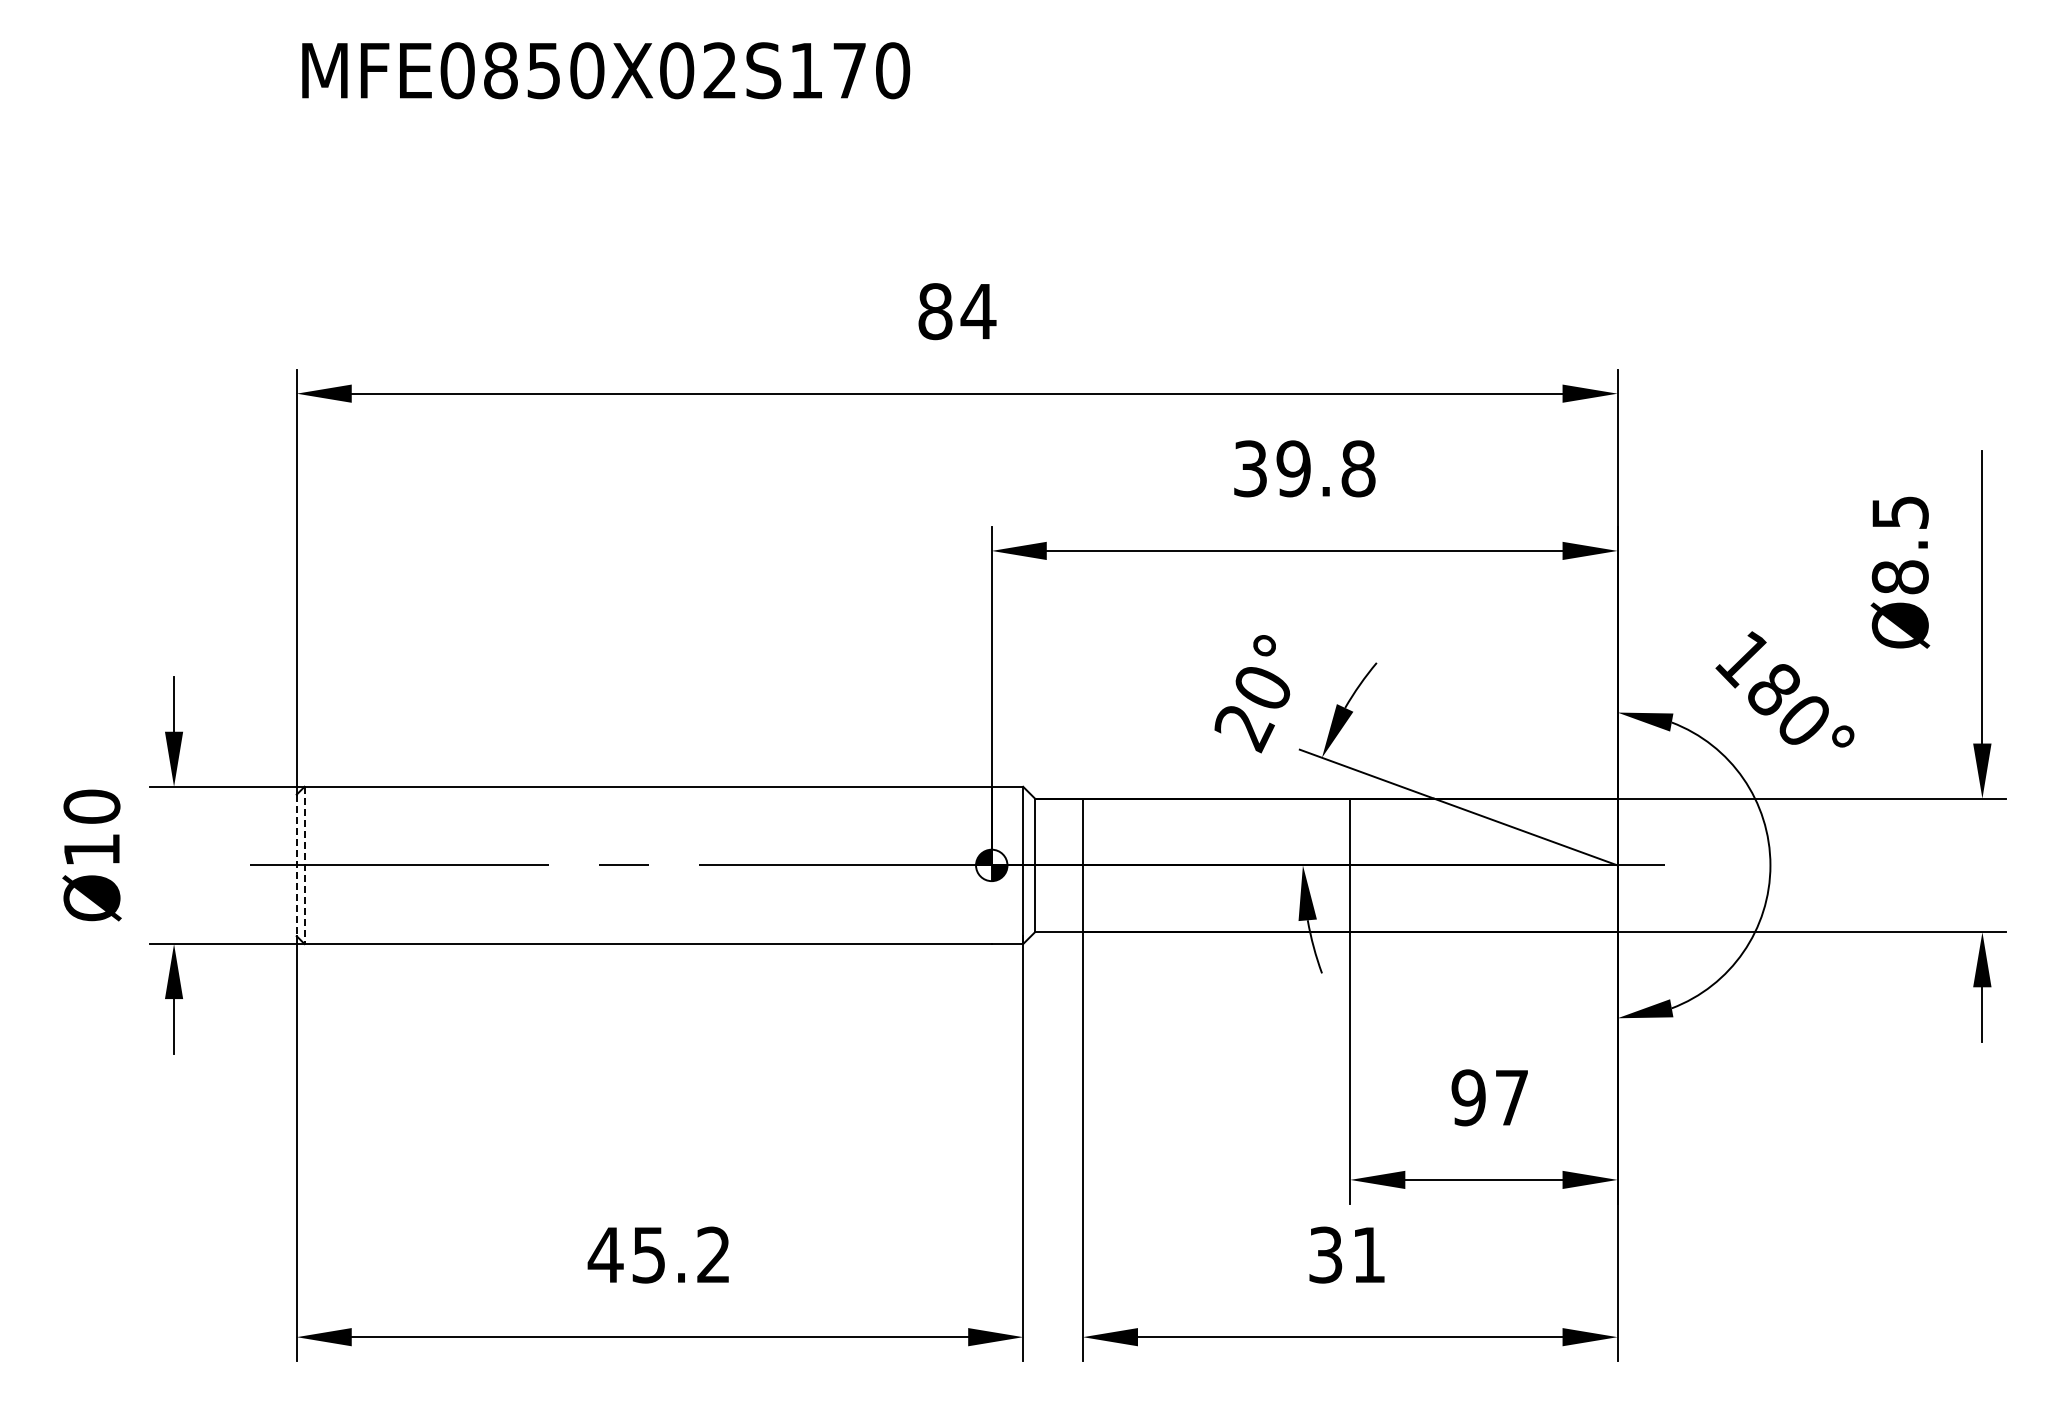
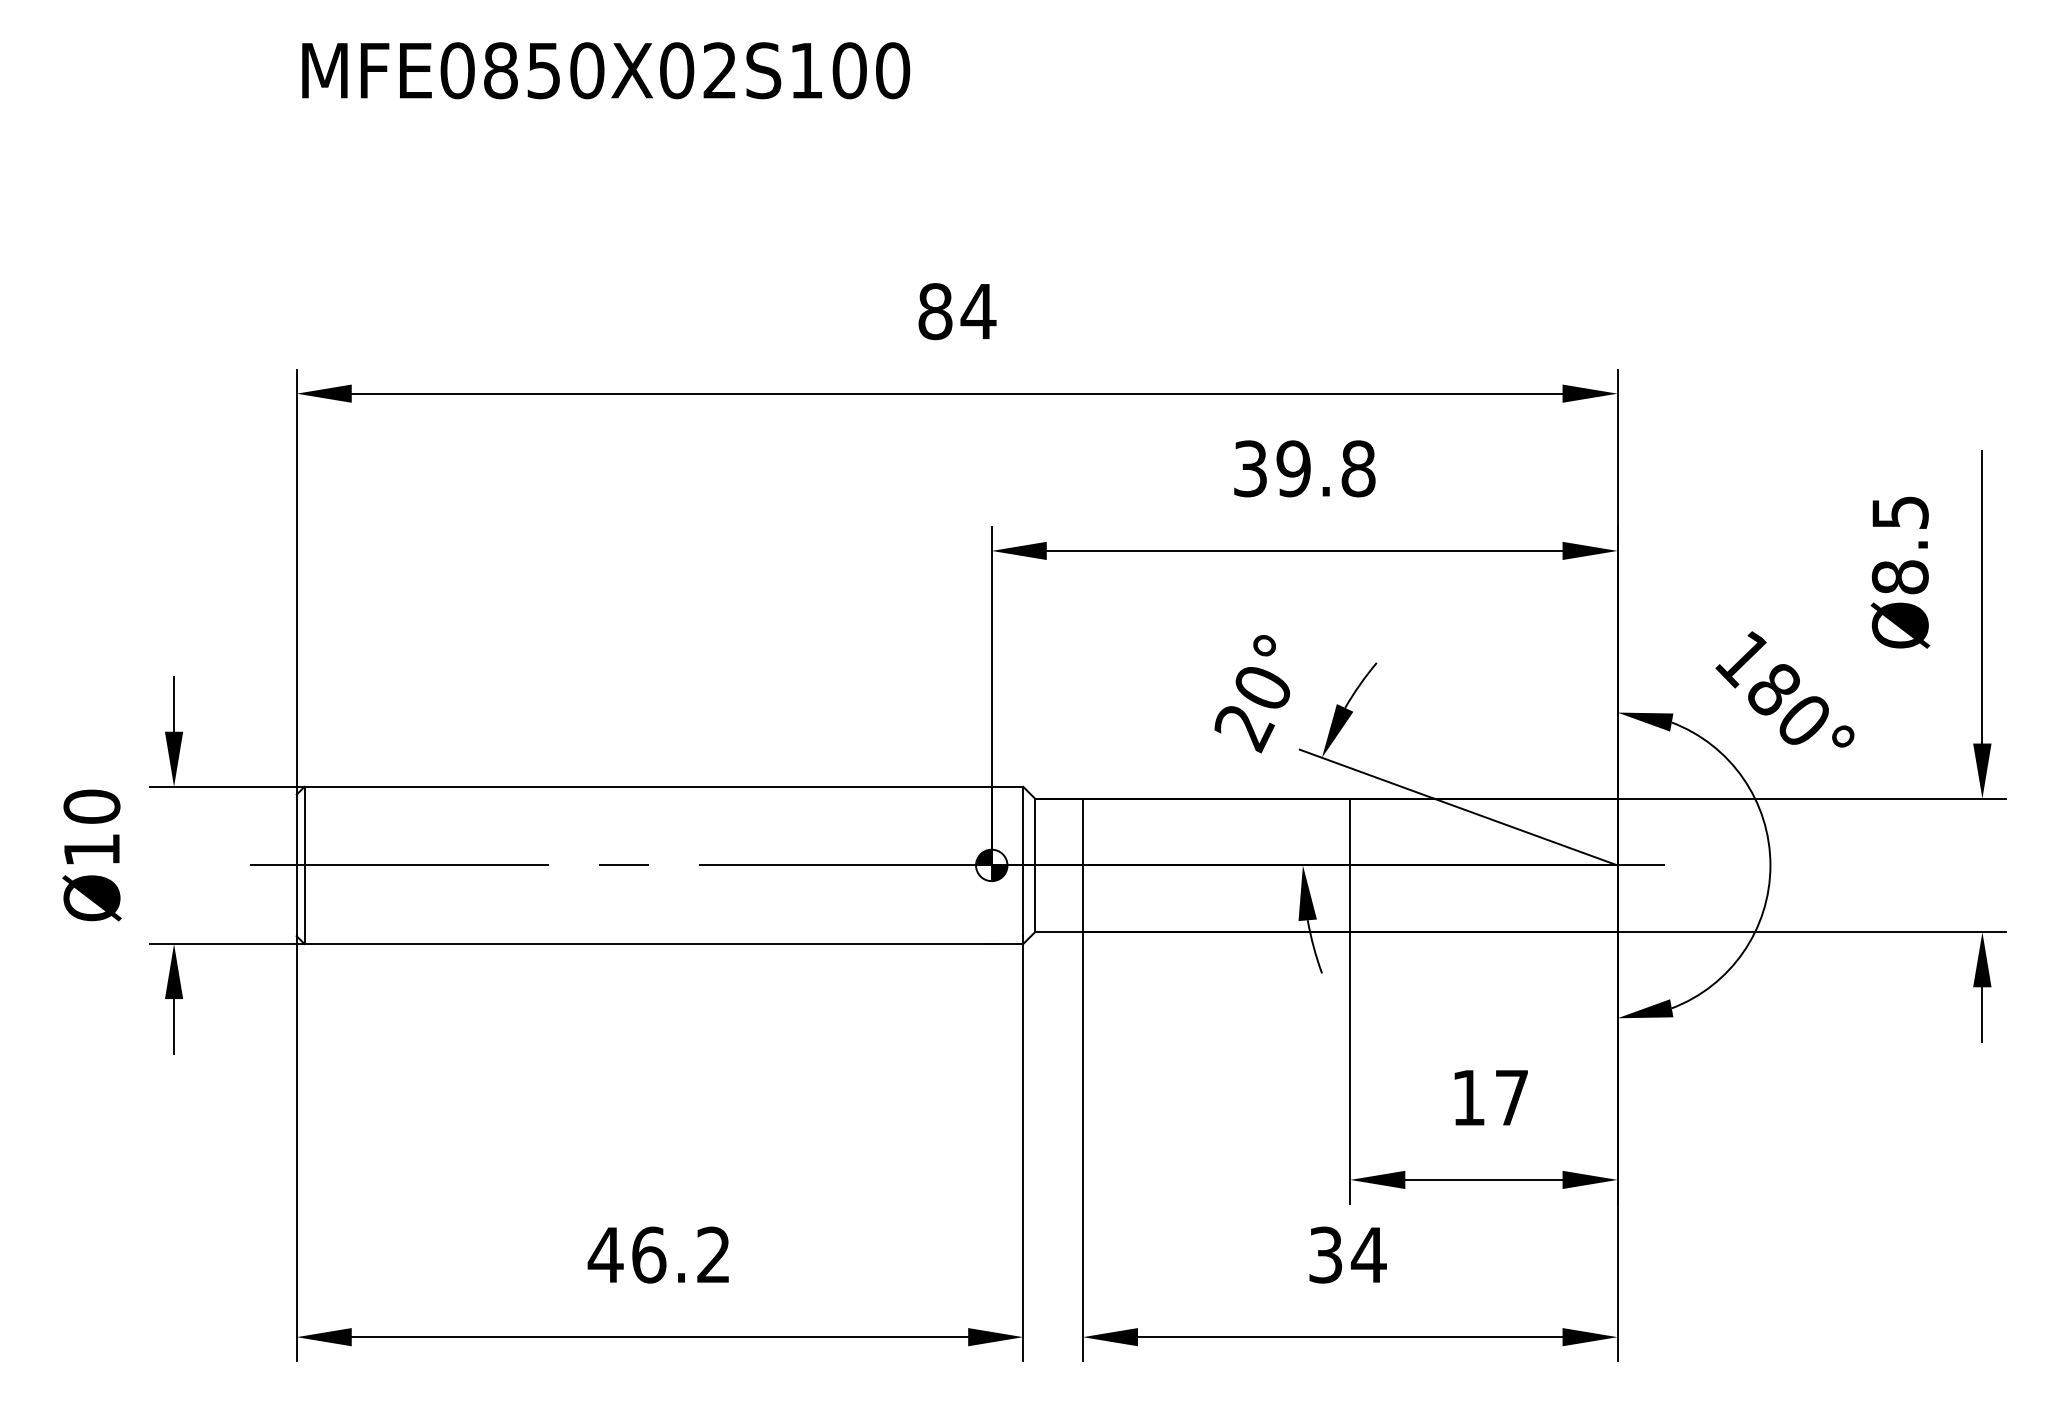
text at (849, 70): MFE0850X02S170 -> MFE0850X02S100
line at (296, 865): dashed -> solid
line at (304, 865): dashed -> solid
text at (1468, 1097): 97 -> 17
text at (649, 1254): 45.2 -> 46.2
text at (1368, 1254): 31 -> 34
